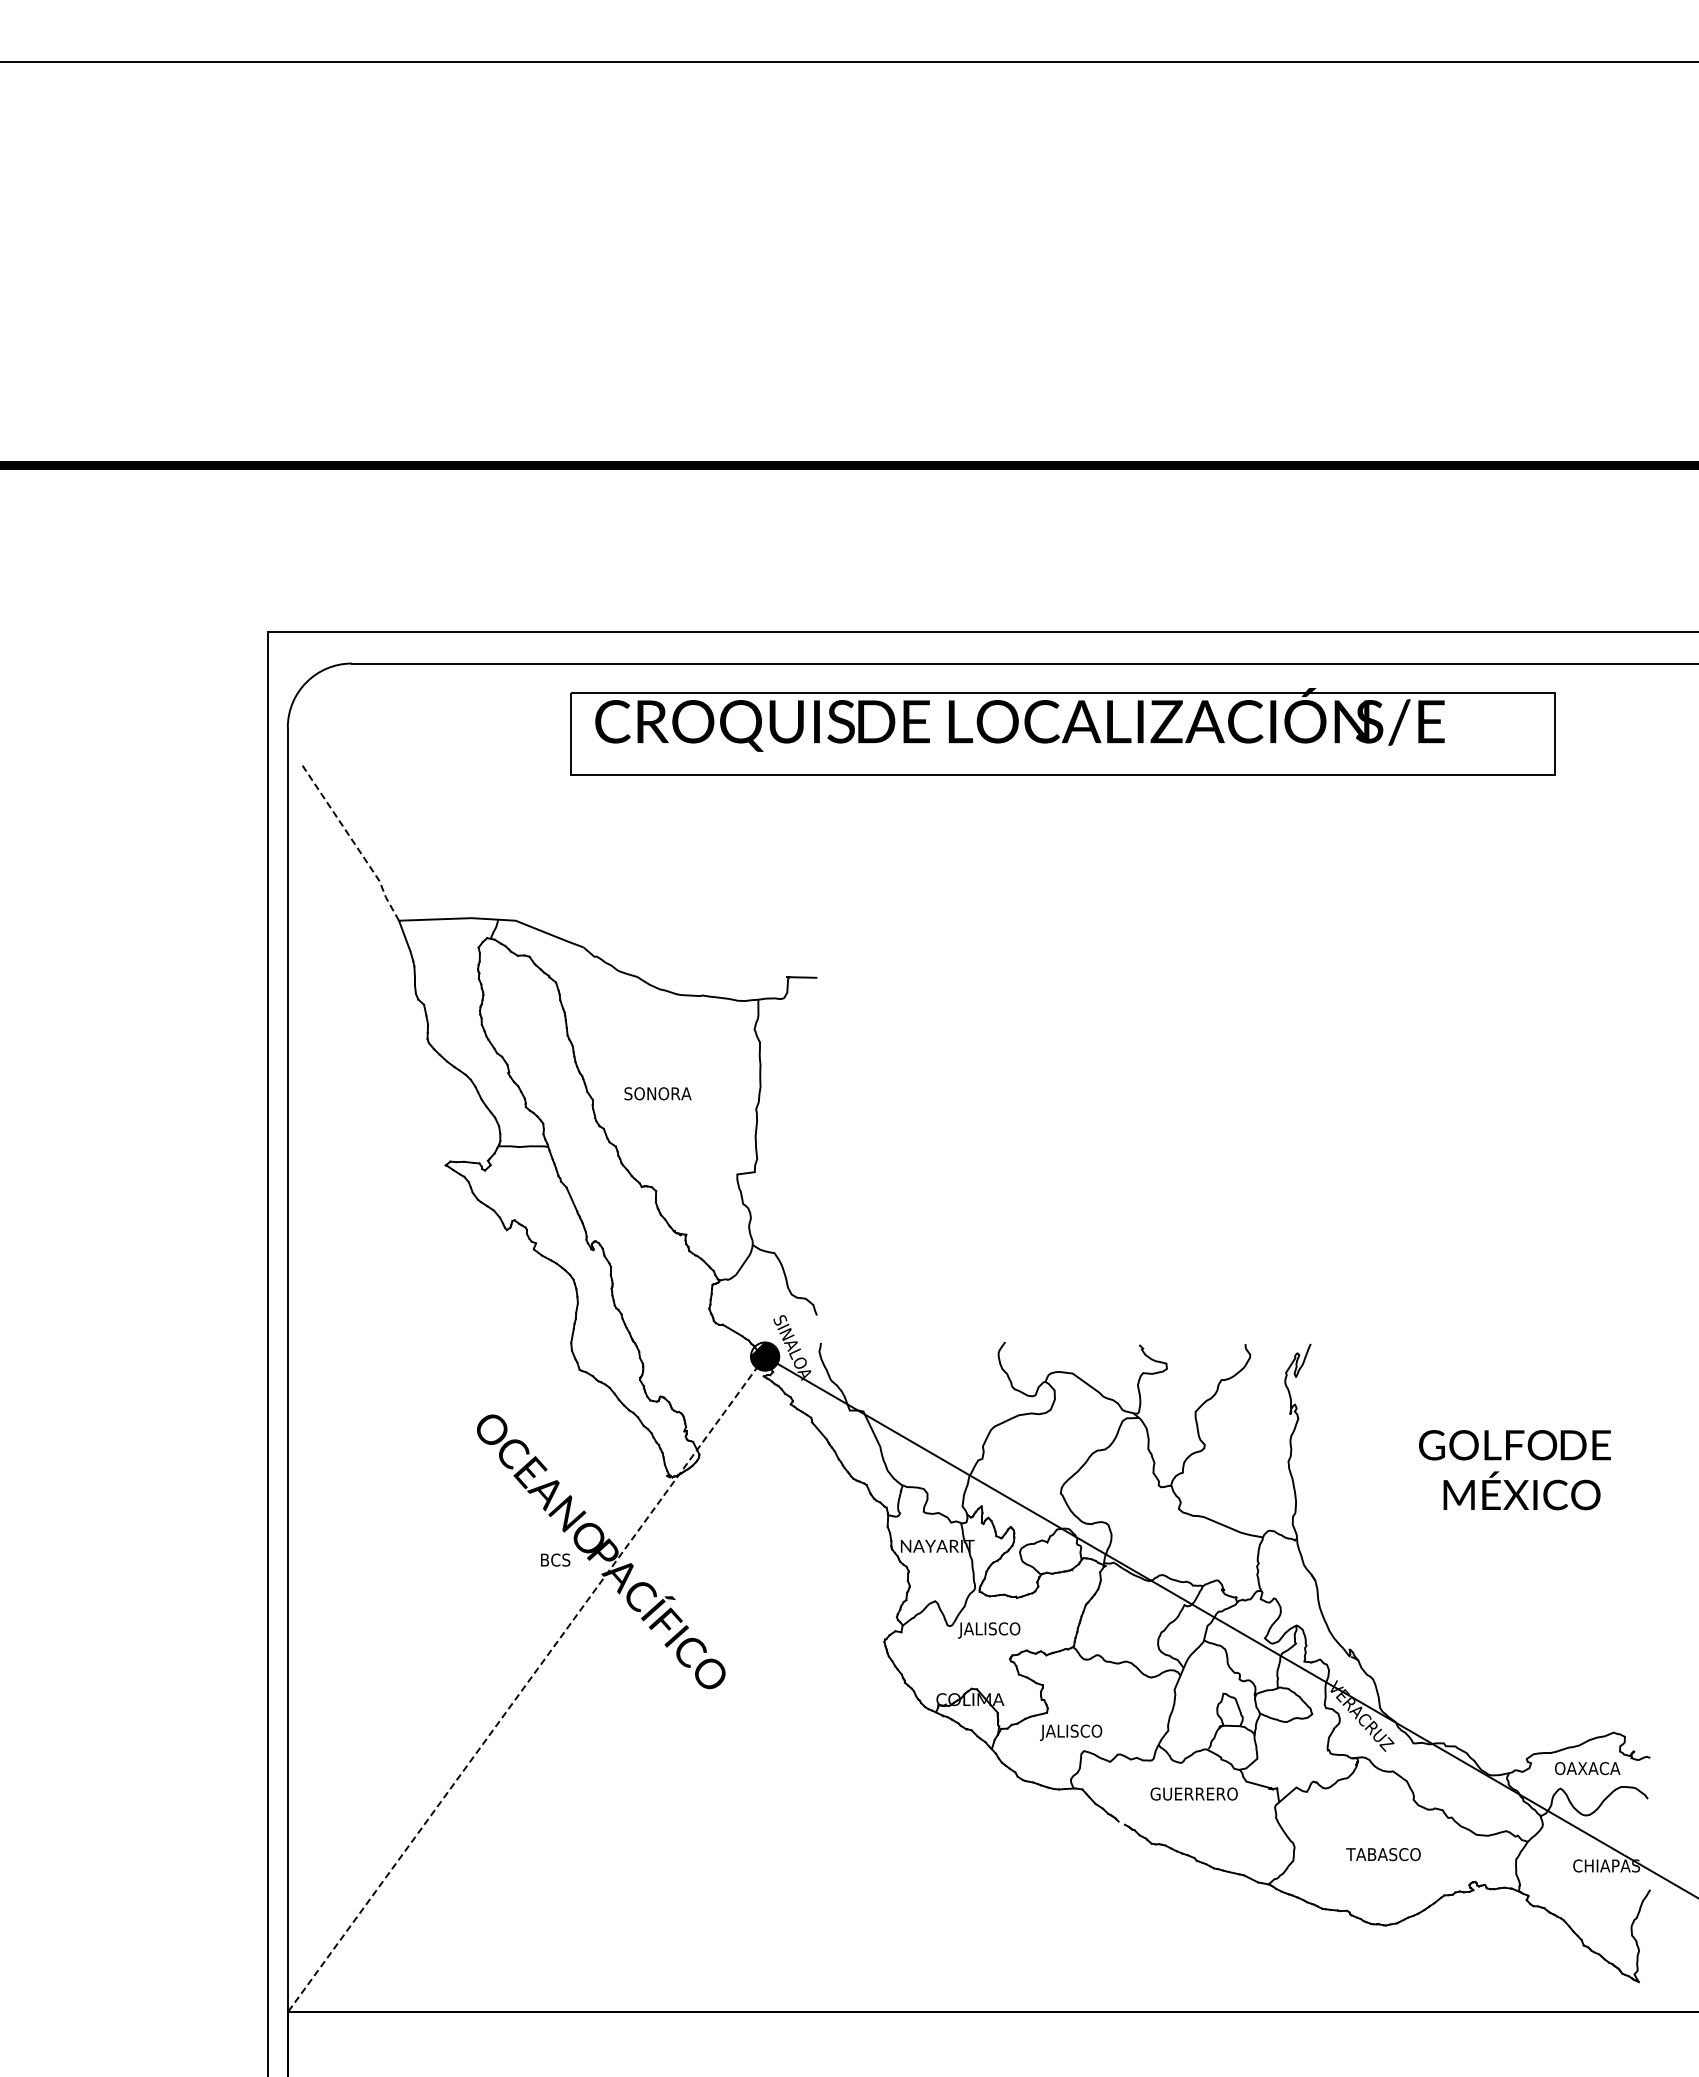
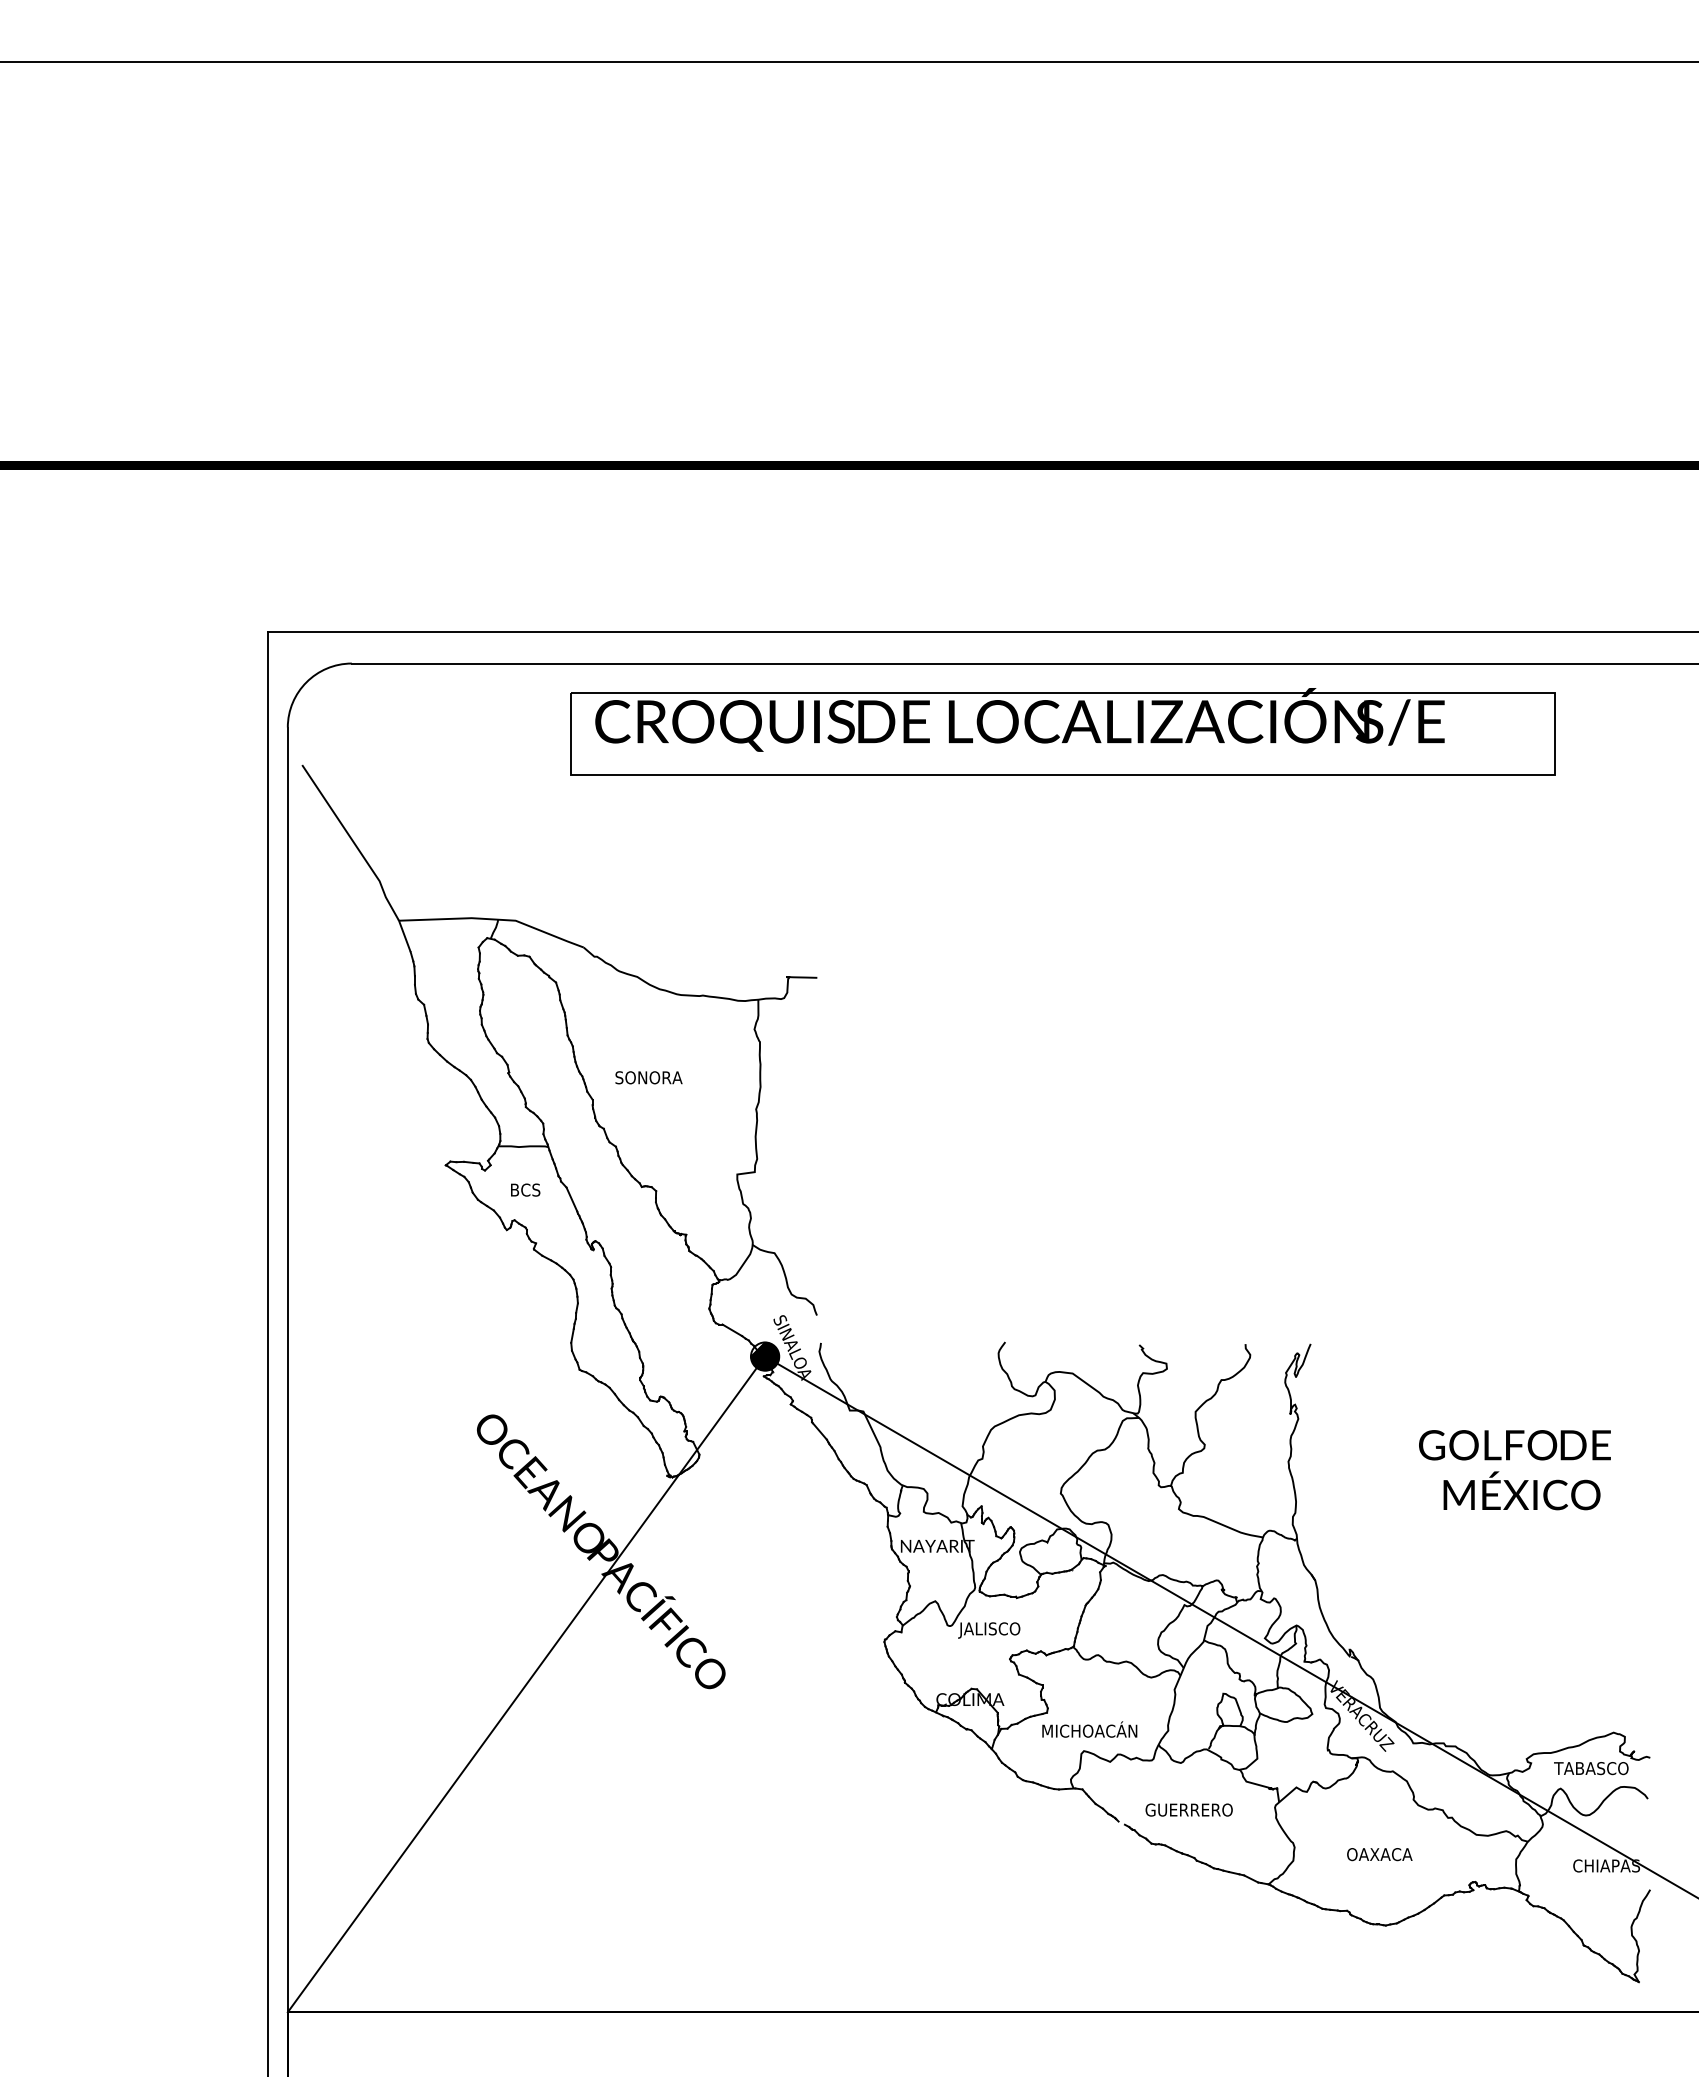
line at (353, 842): dashed -> solid
text at (657, 1093) position: (657, 1093) -> (648, 1077)
text at (555, 1559) position: (555, 1559) -> (525, 1189)
line at (526, 1684): dashed -> solid
text at (1088, 1731): JALISCO -> MICHOACÁN
text at (1591, 1768): OAXACA -> TABASCO
text at (1193, 1793) position: (1193, 1793) -> (1188, 1809)
text at (1383, 1854): TABASCO -> OAXACA
